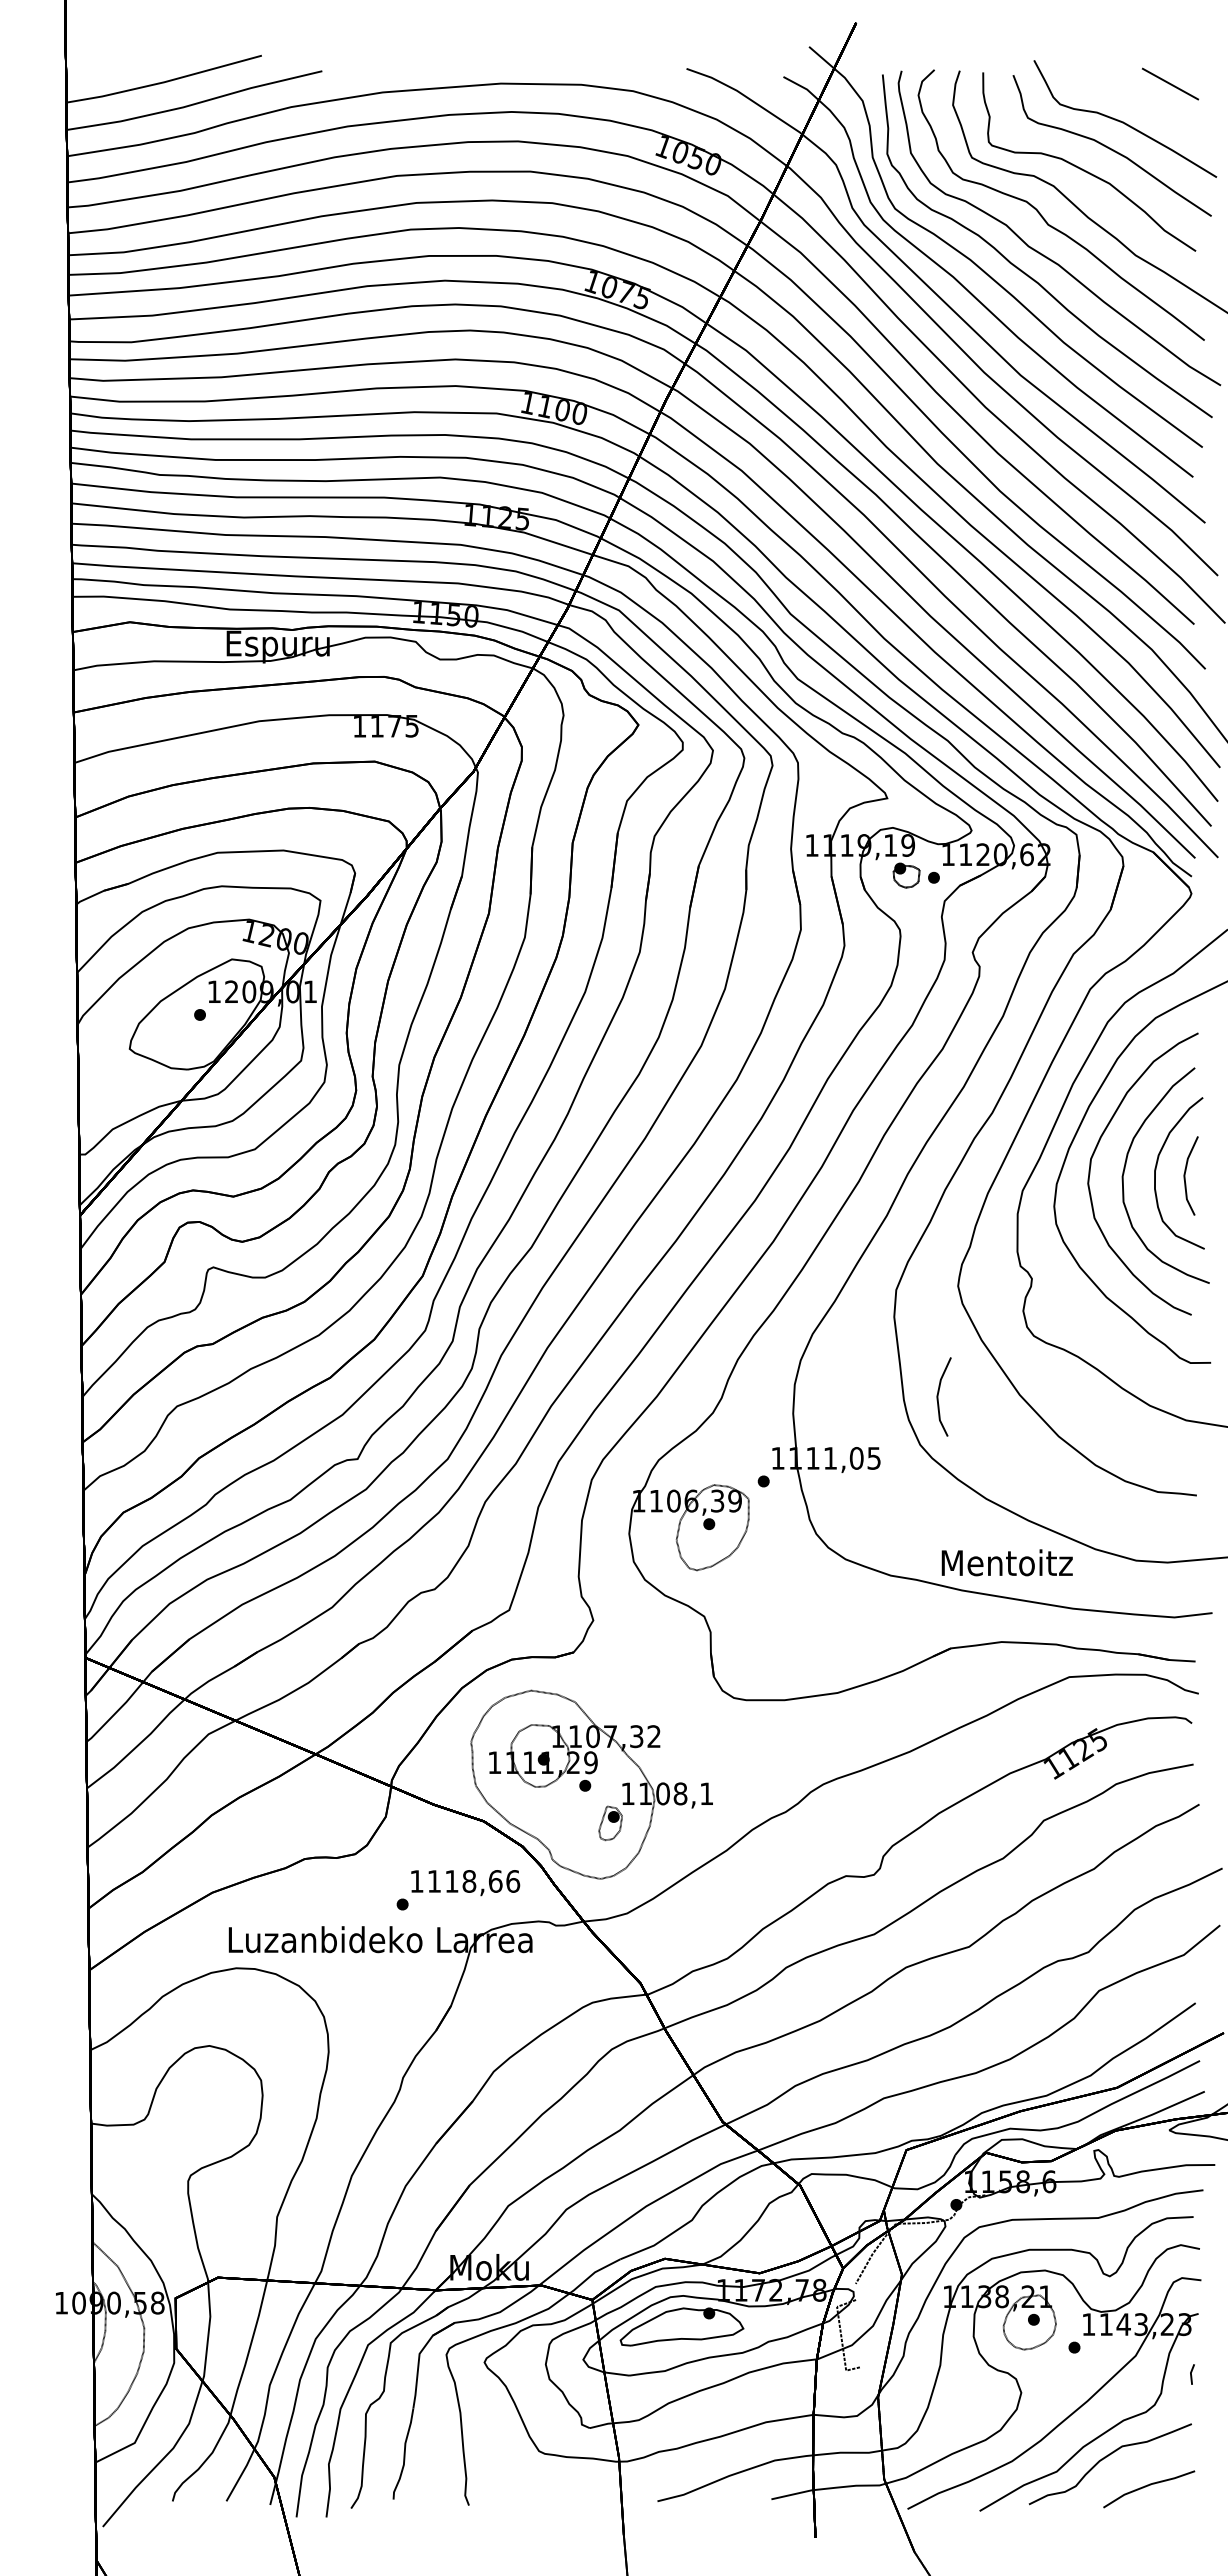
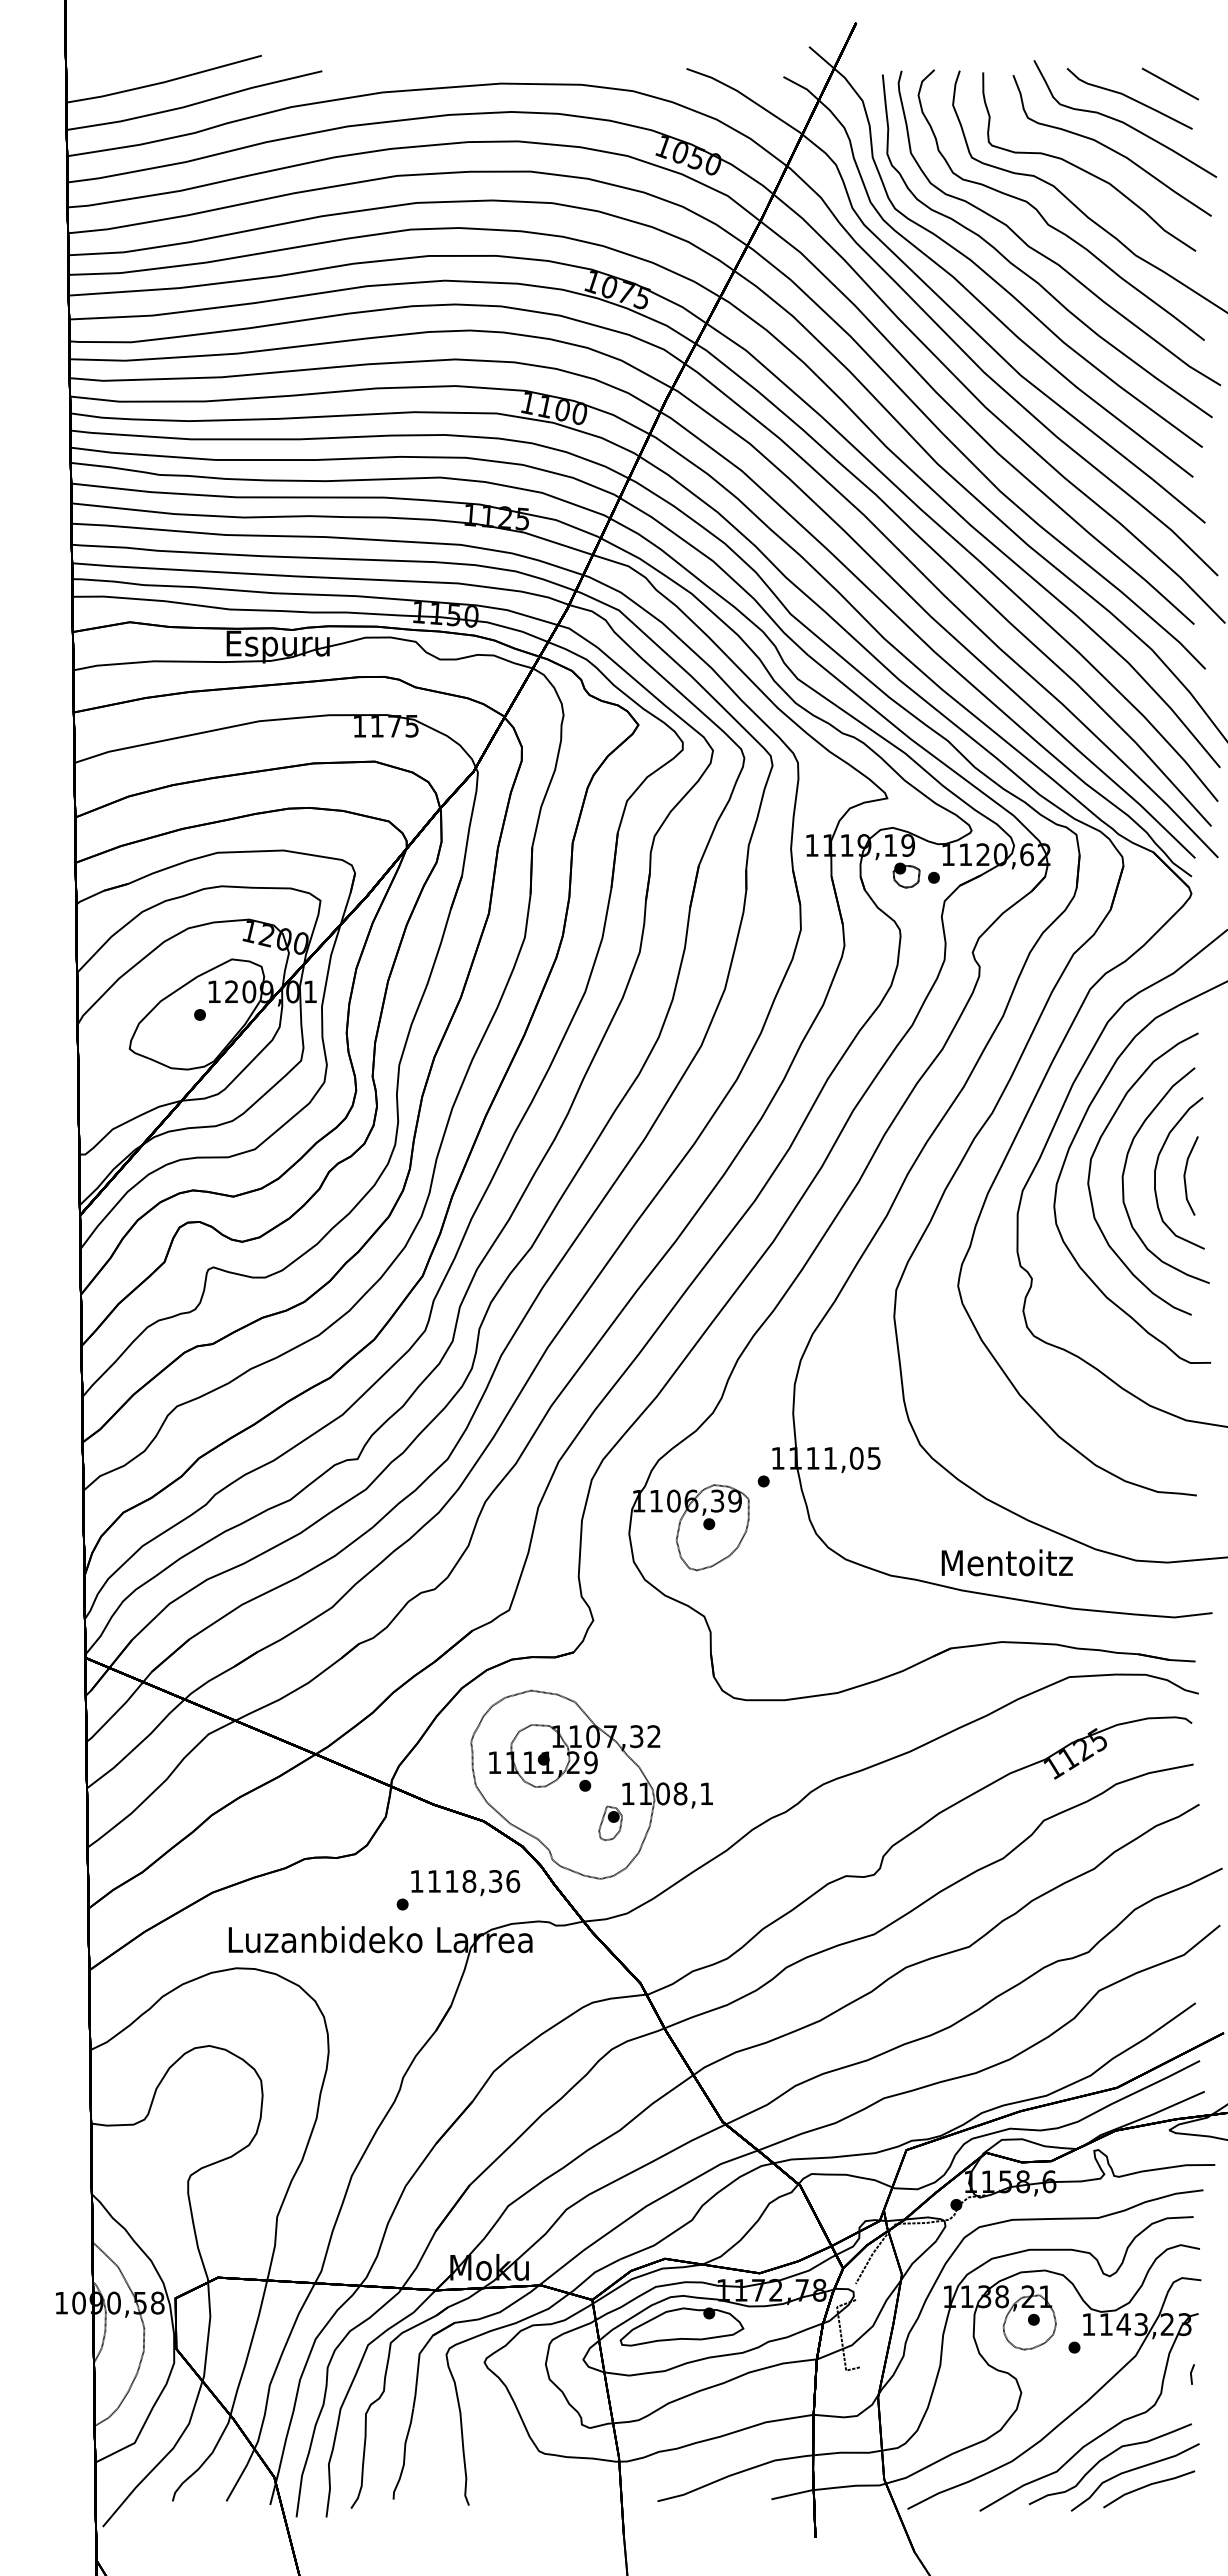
curve at (1129, 98): none -> present
part at (943, 1396): present -> none
text at (495, 1881): 1118,66 -> 1118,36
curve at (1131, 2471): none -> present
